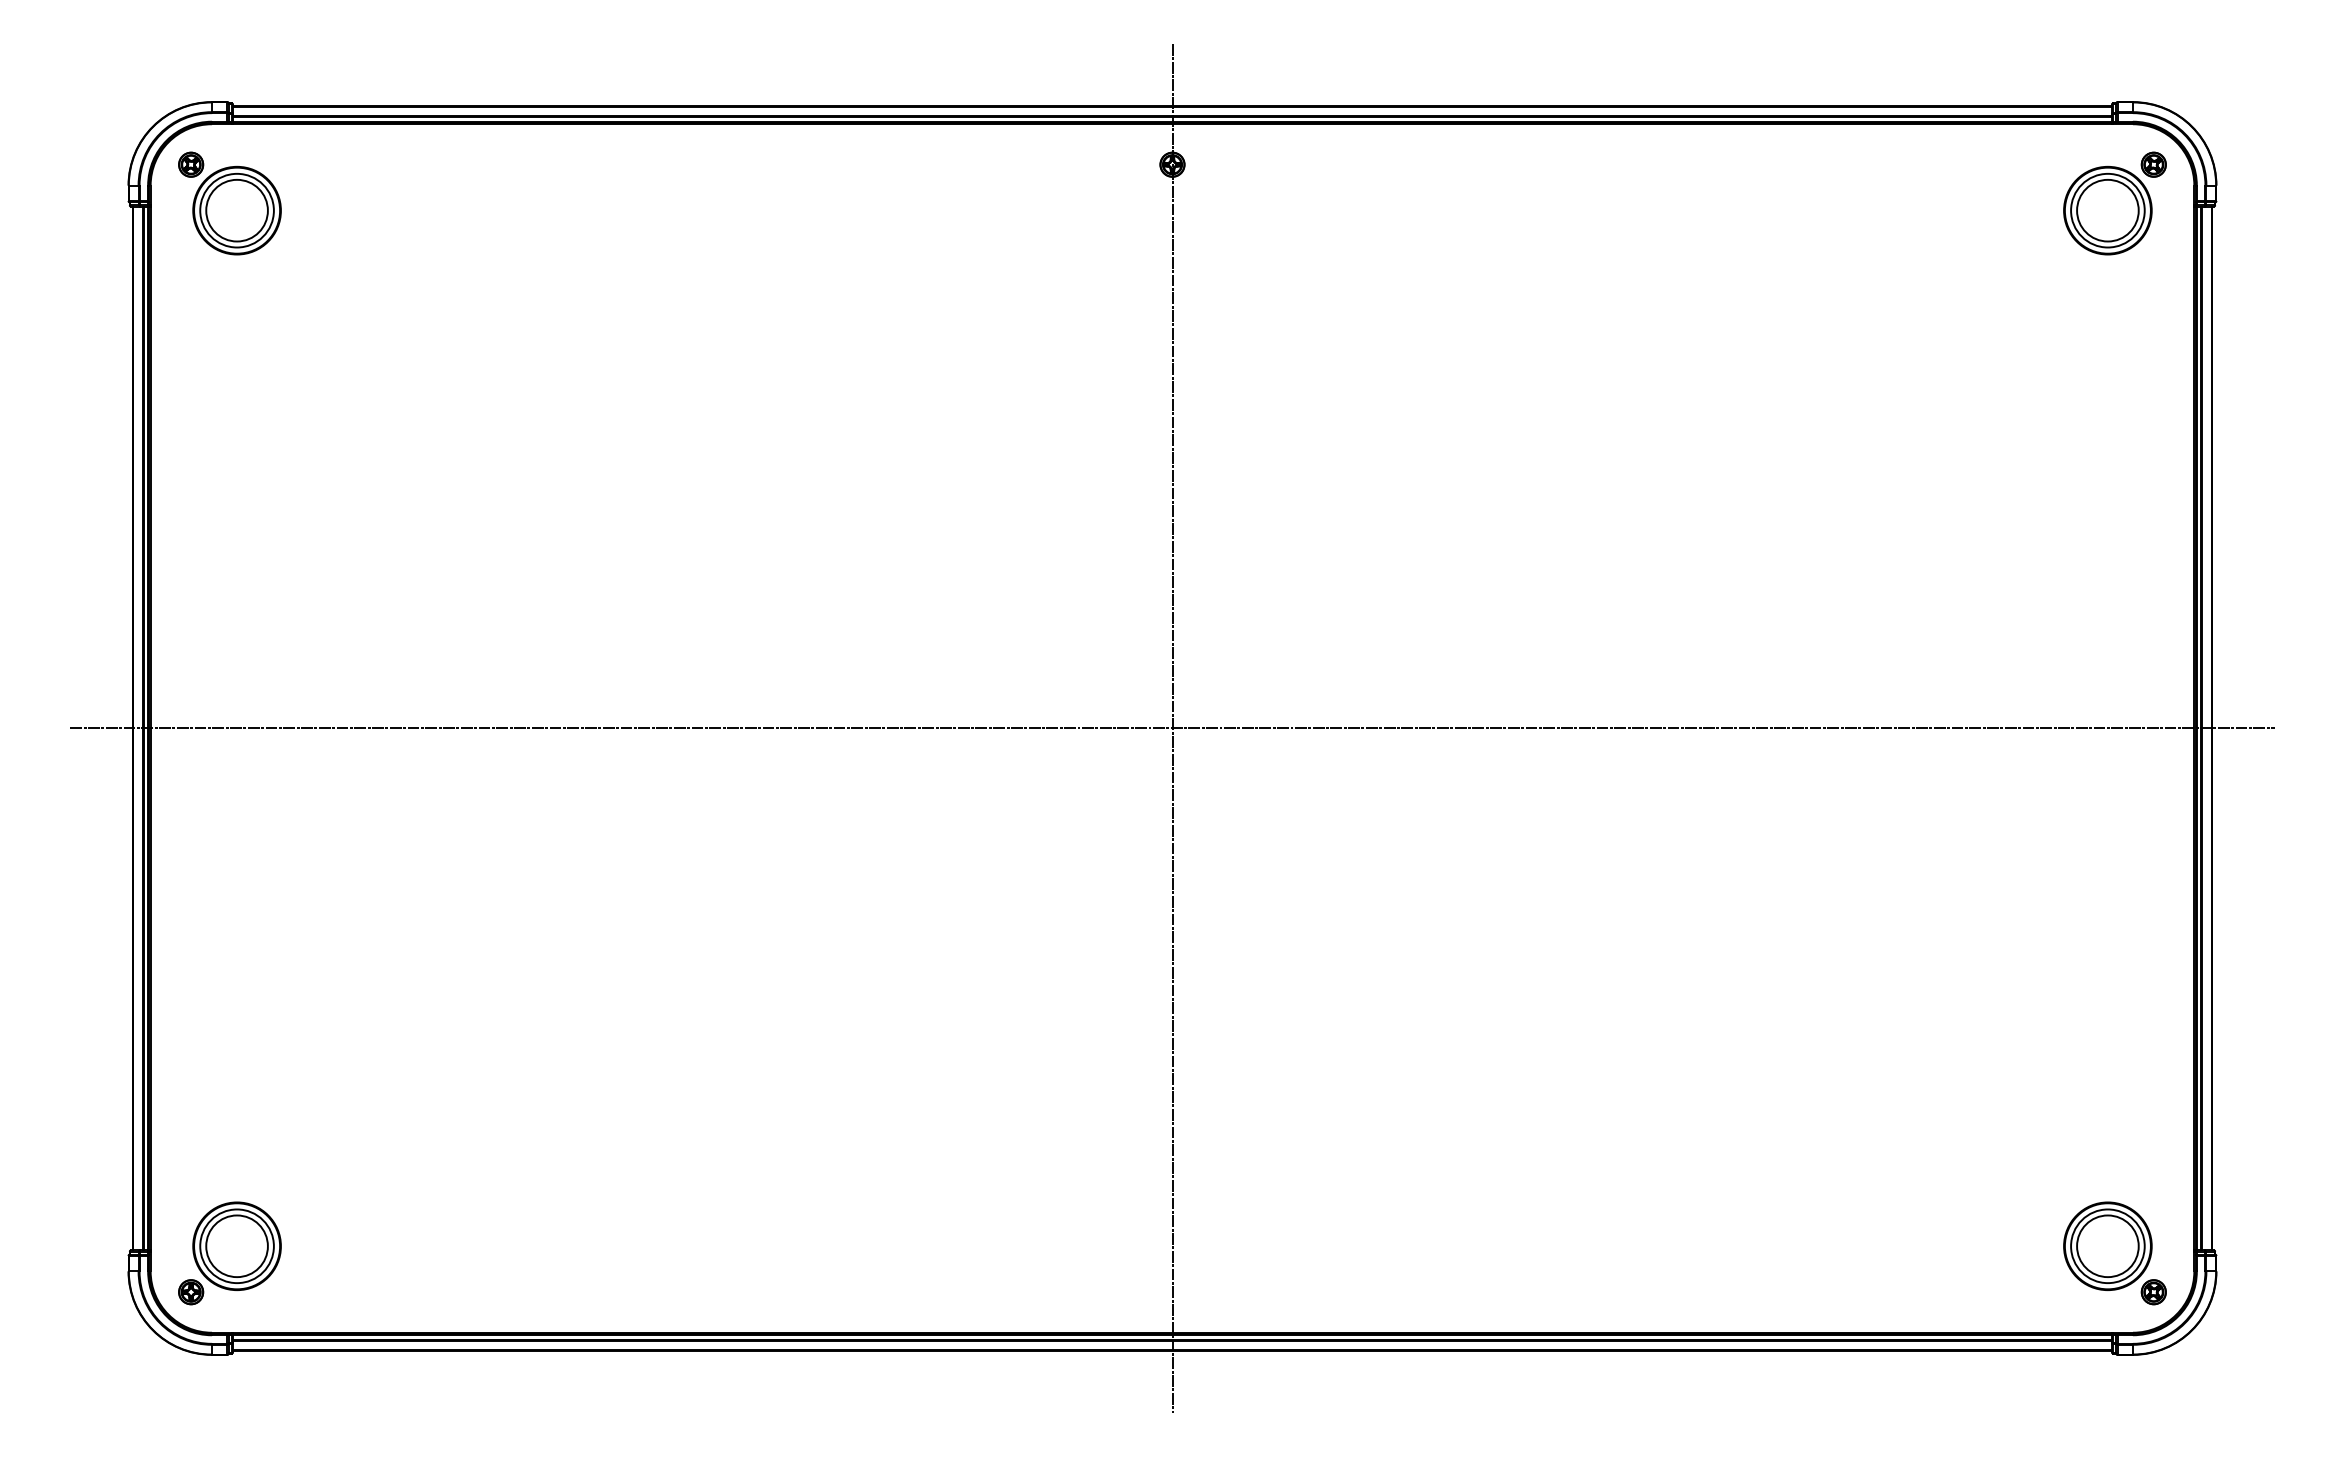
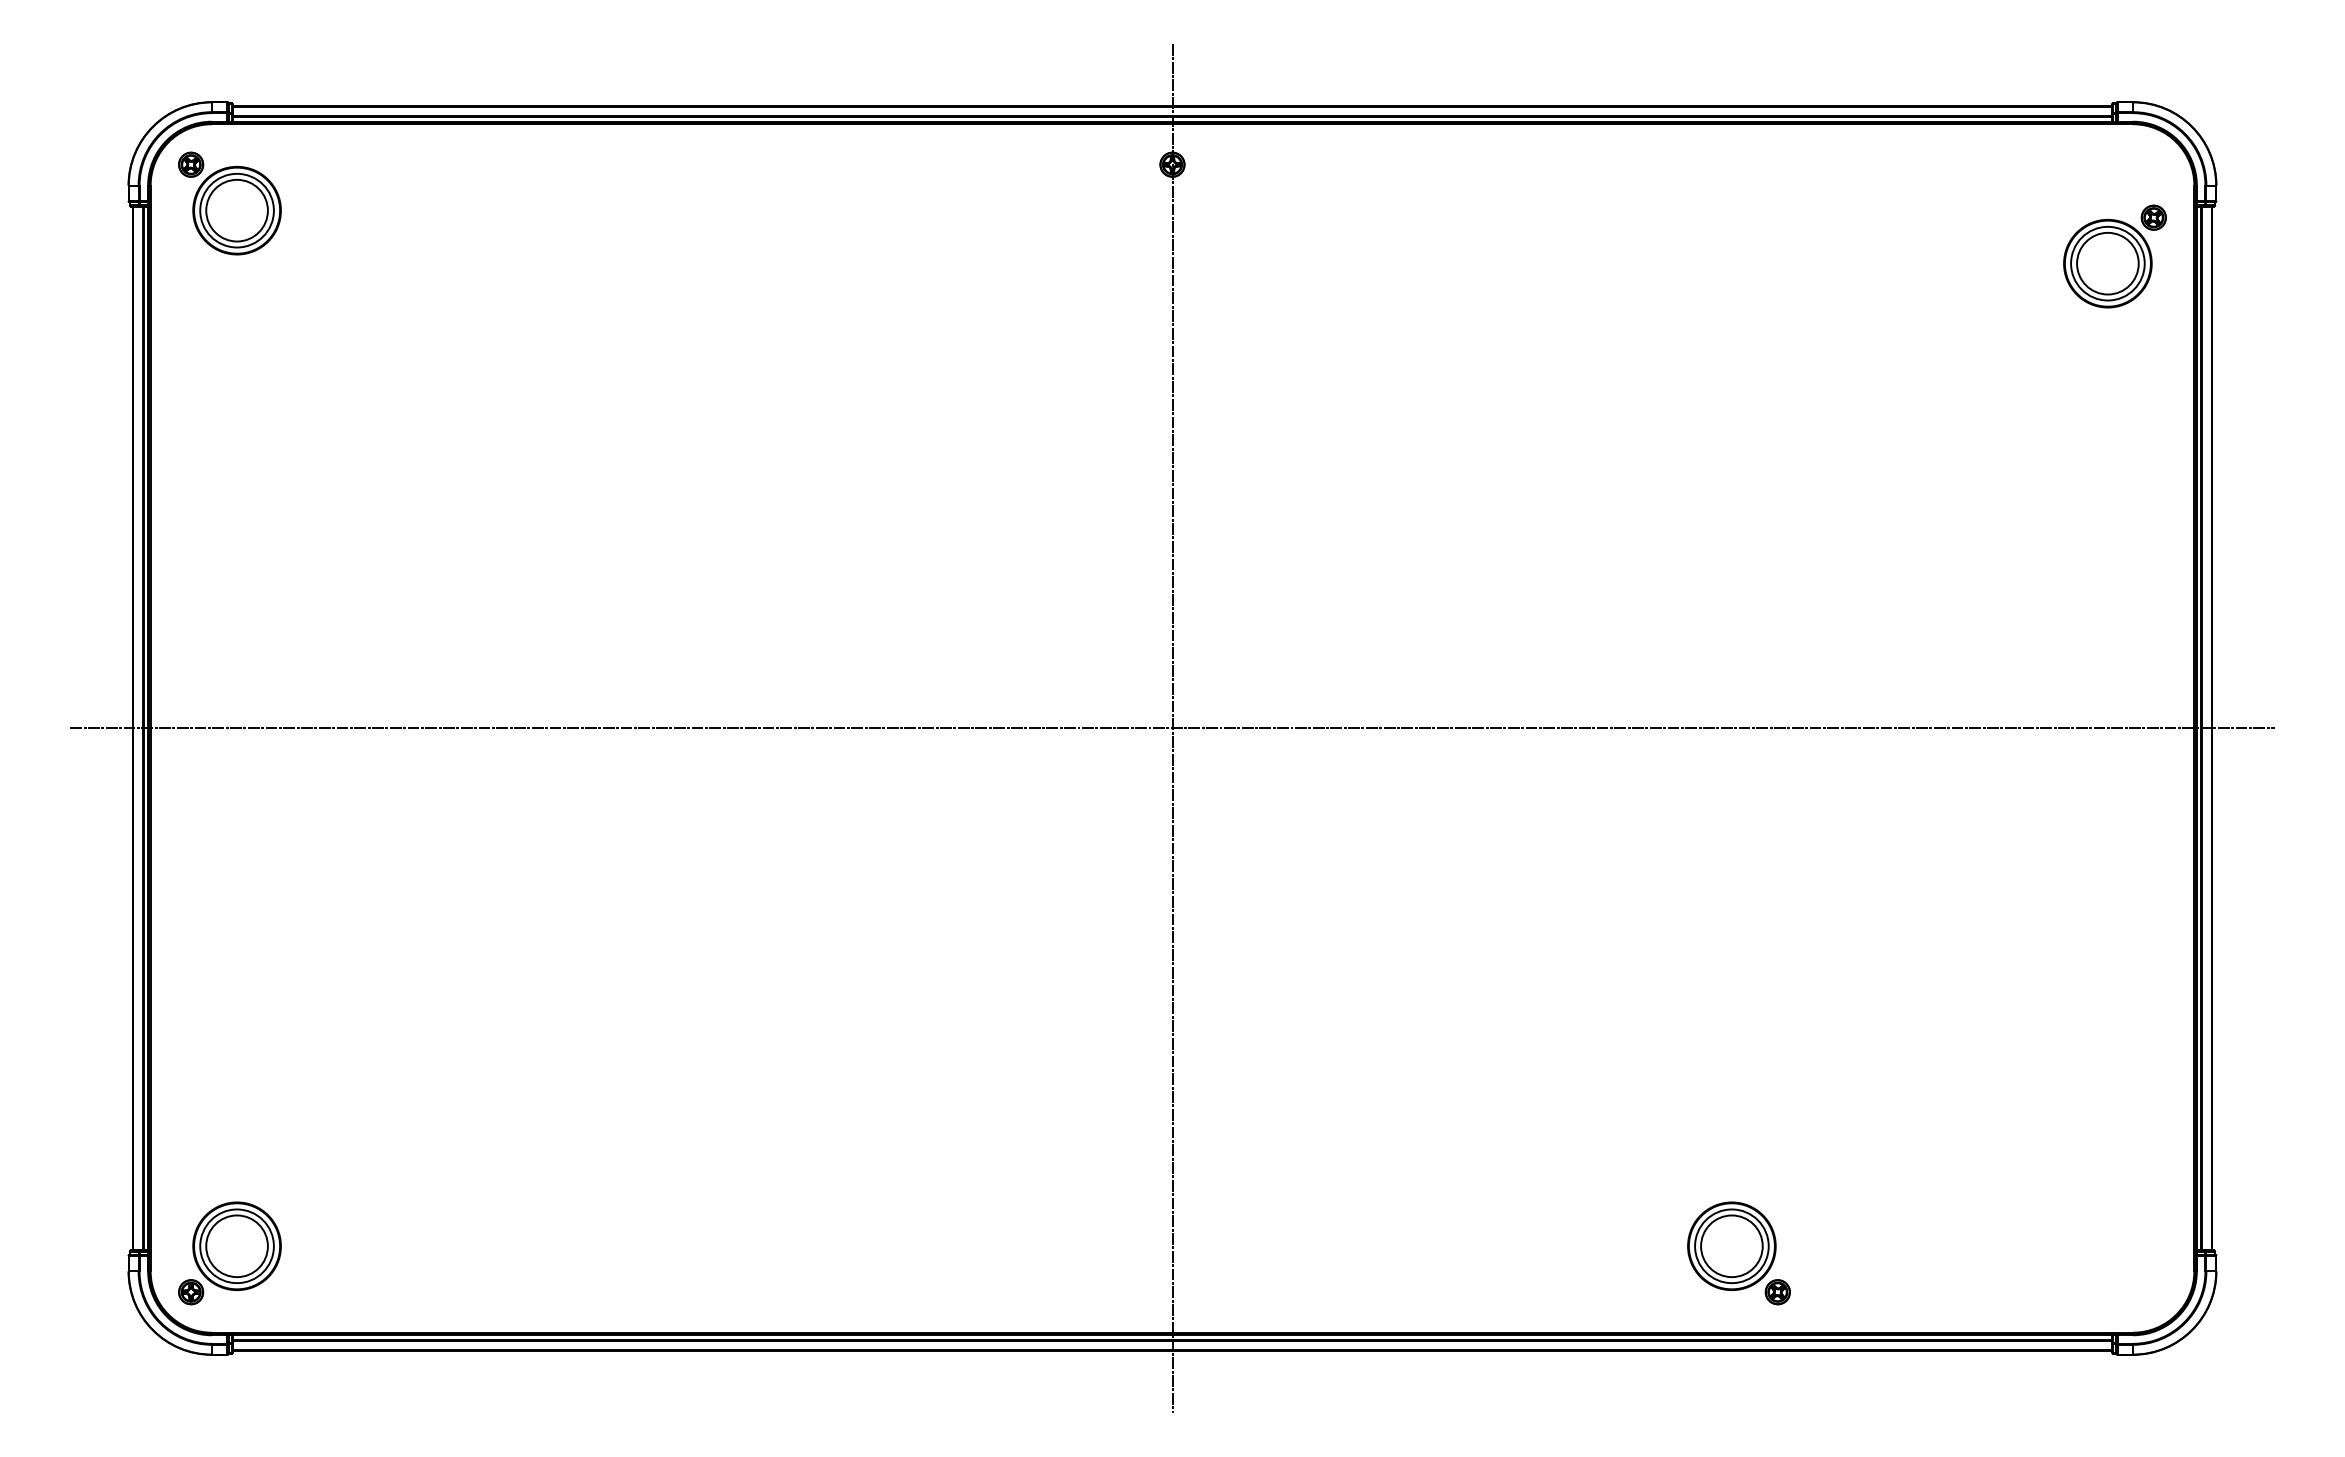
part at (2114, 203) position: (2114, 203) -> (2114, 256)
part at (2114, 1253) position: (2114, 1253) -> (1738, 1253)
